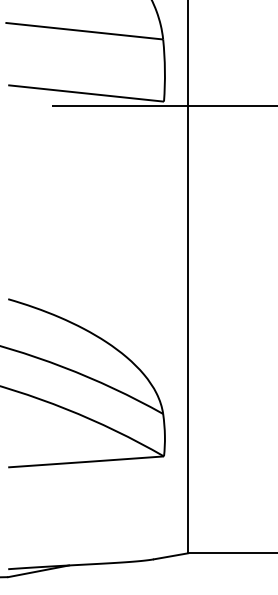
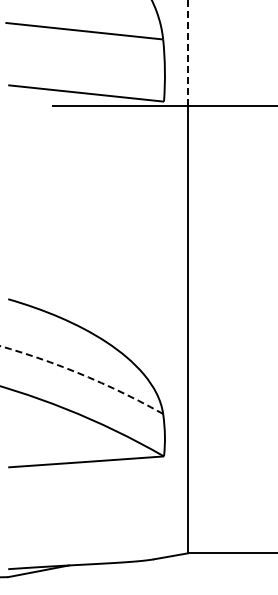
line at (188, 52): solid -> dashed
arc at (83, 375): solid -> dashed
